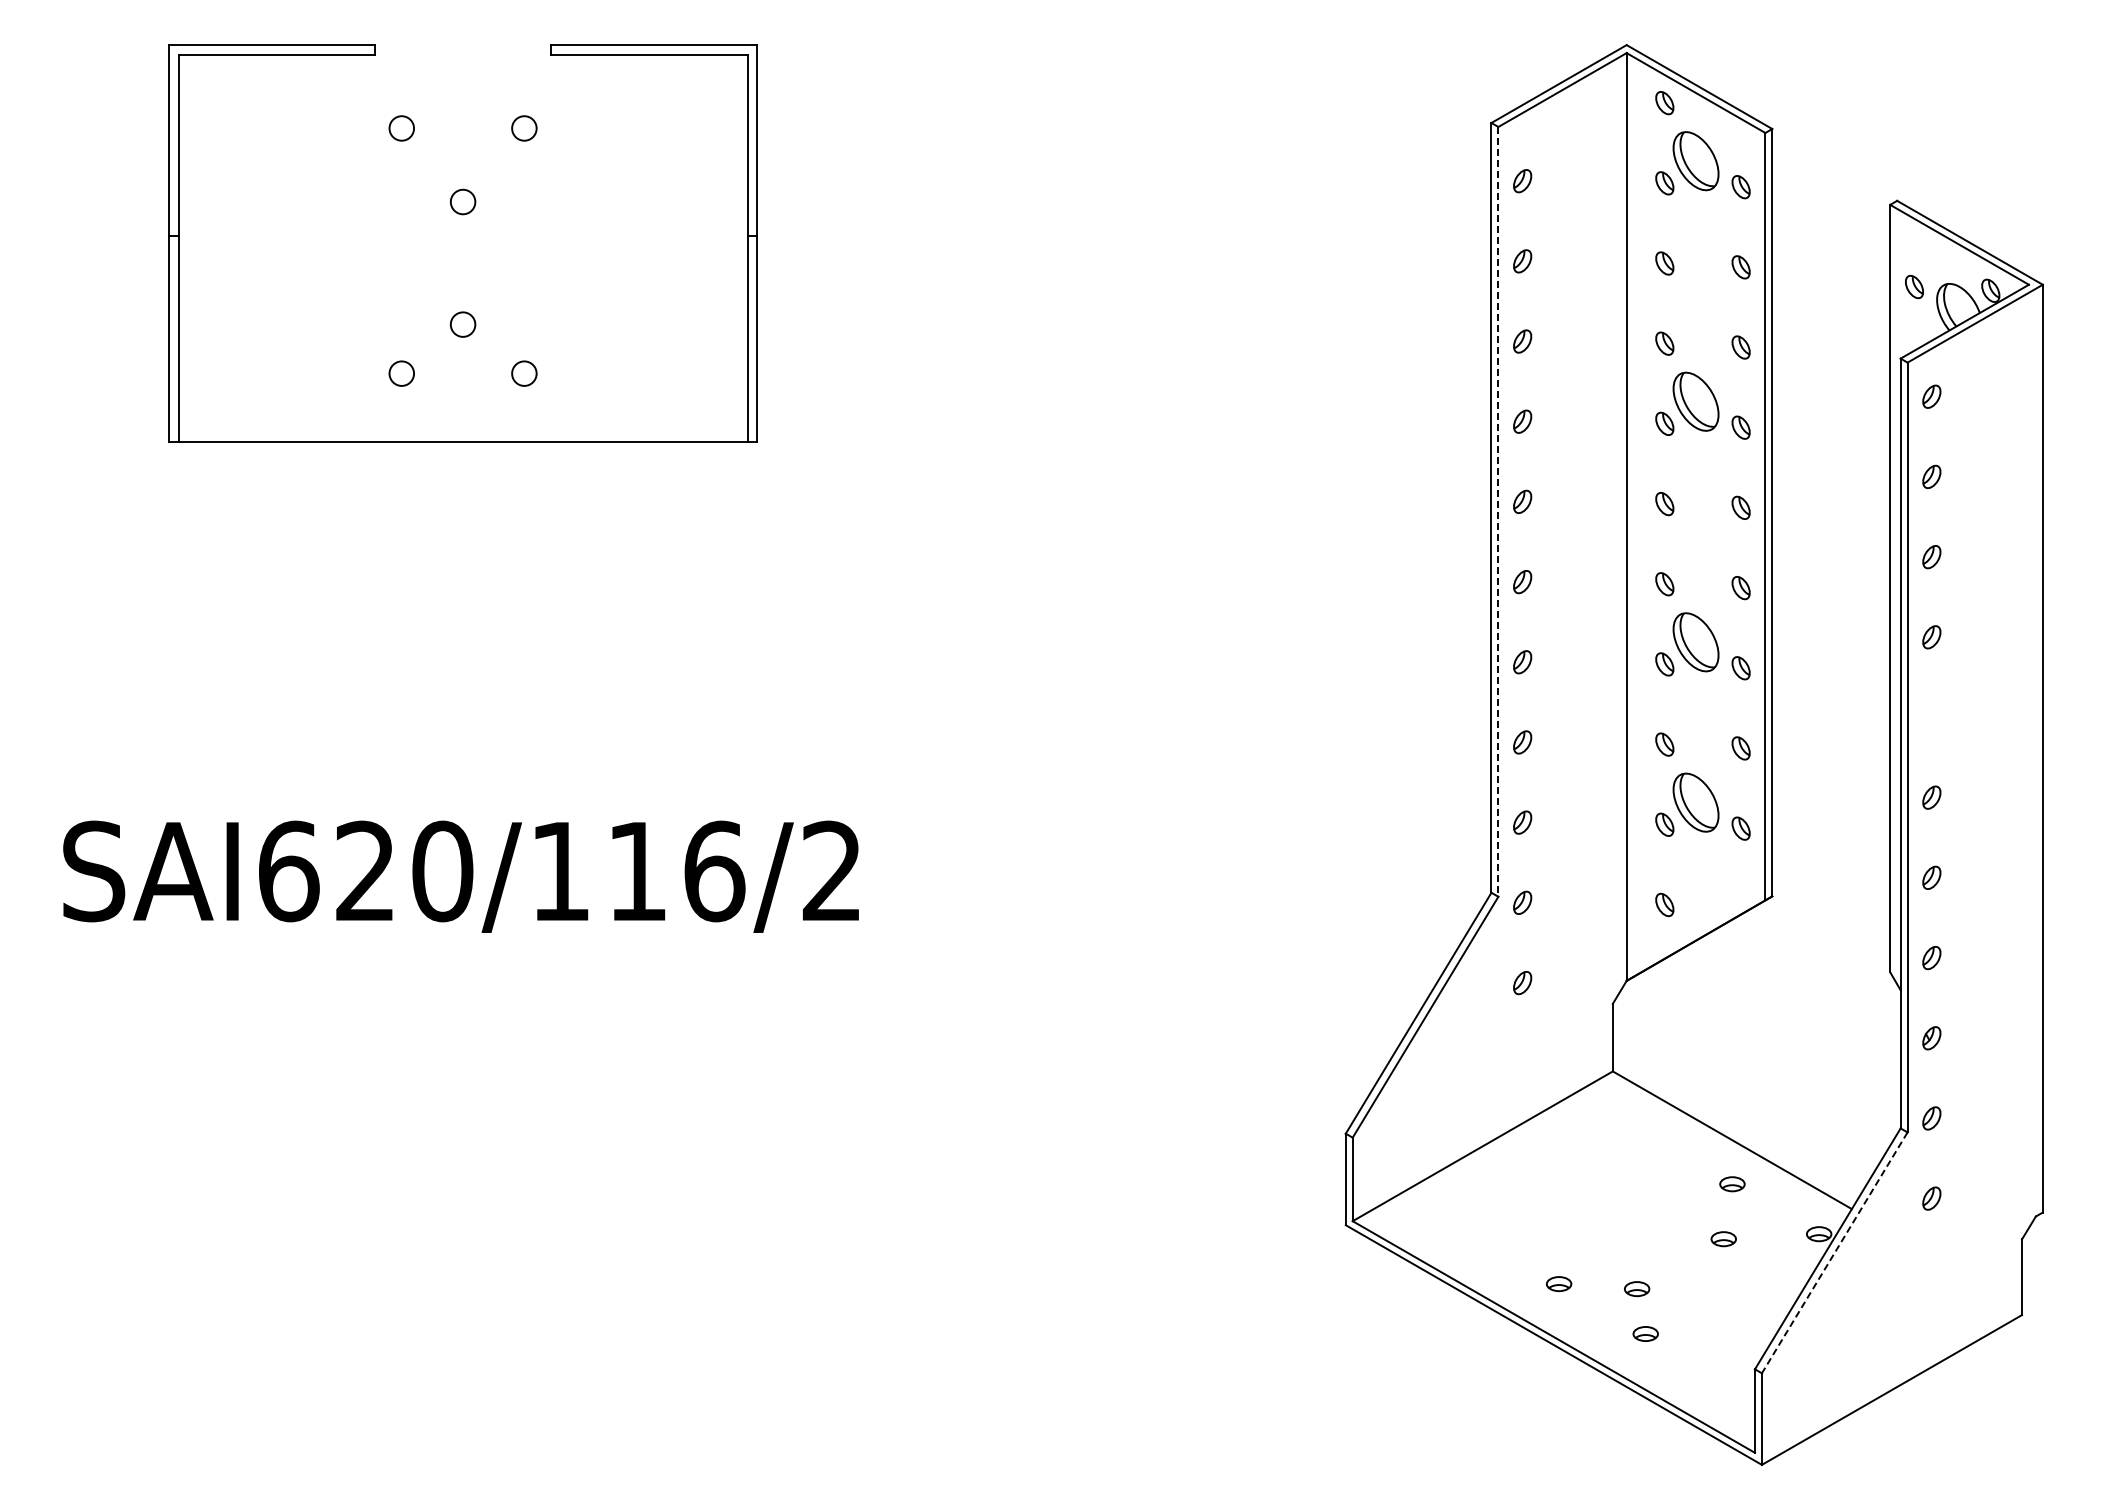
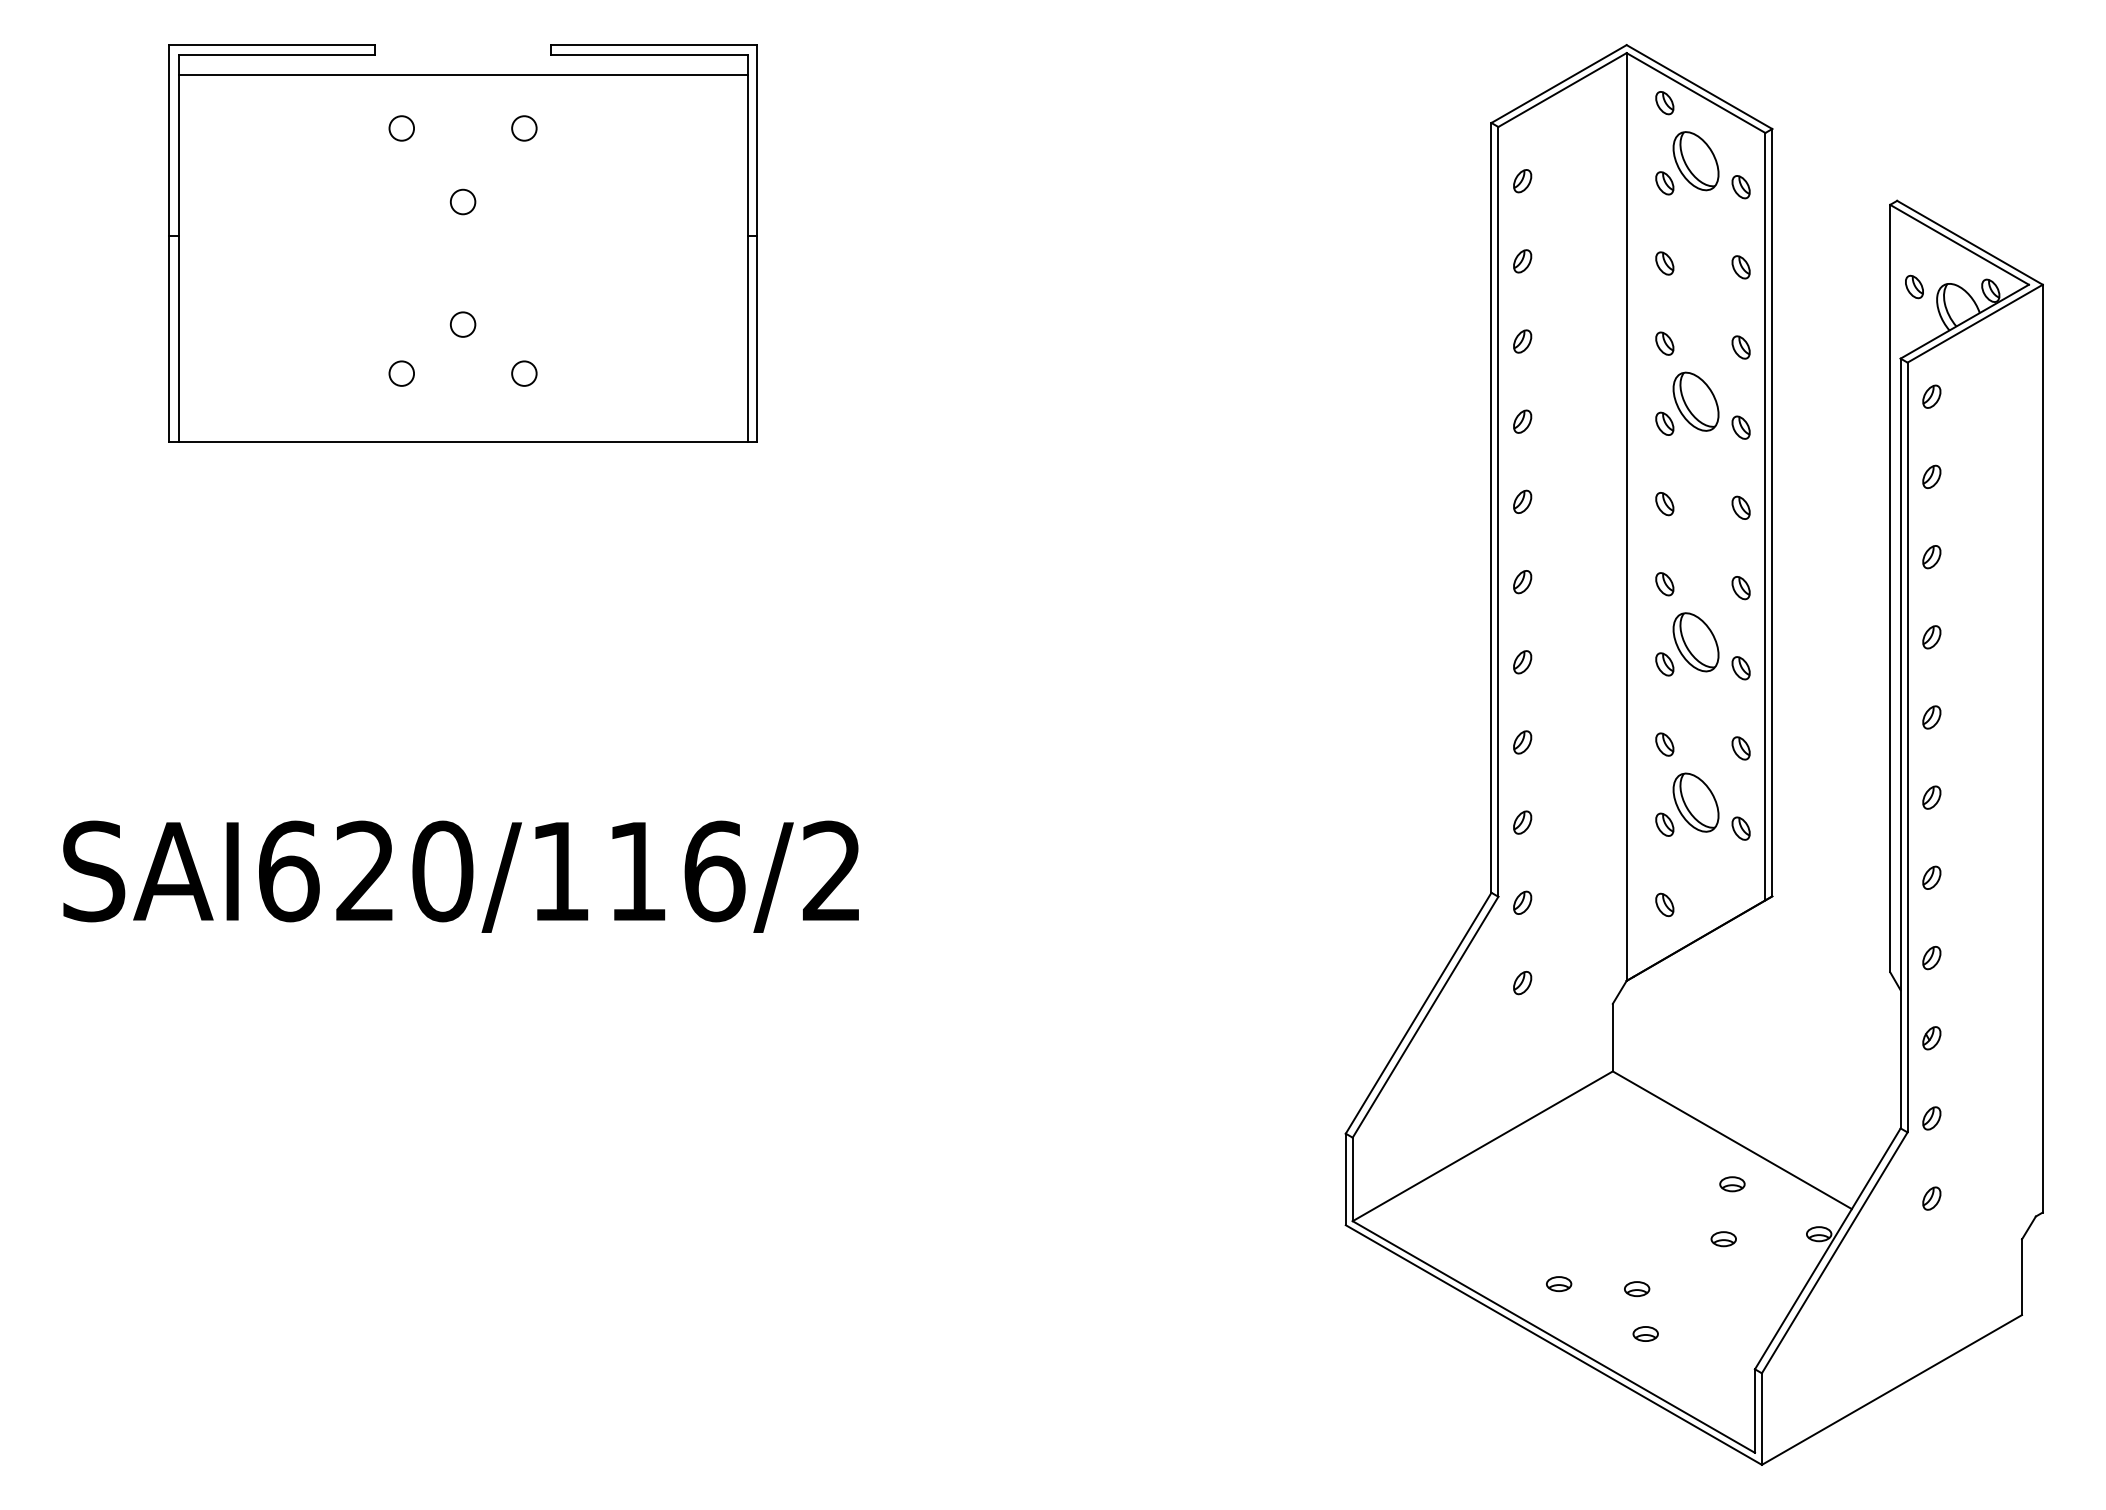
line at (462, 74): none -> present
line at (1498, 511): dashed -> solid
part at (1931, 717): none -> present
line at (1834, 1252): dashed -> solid
